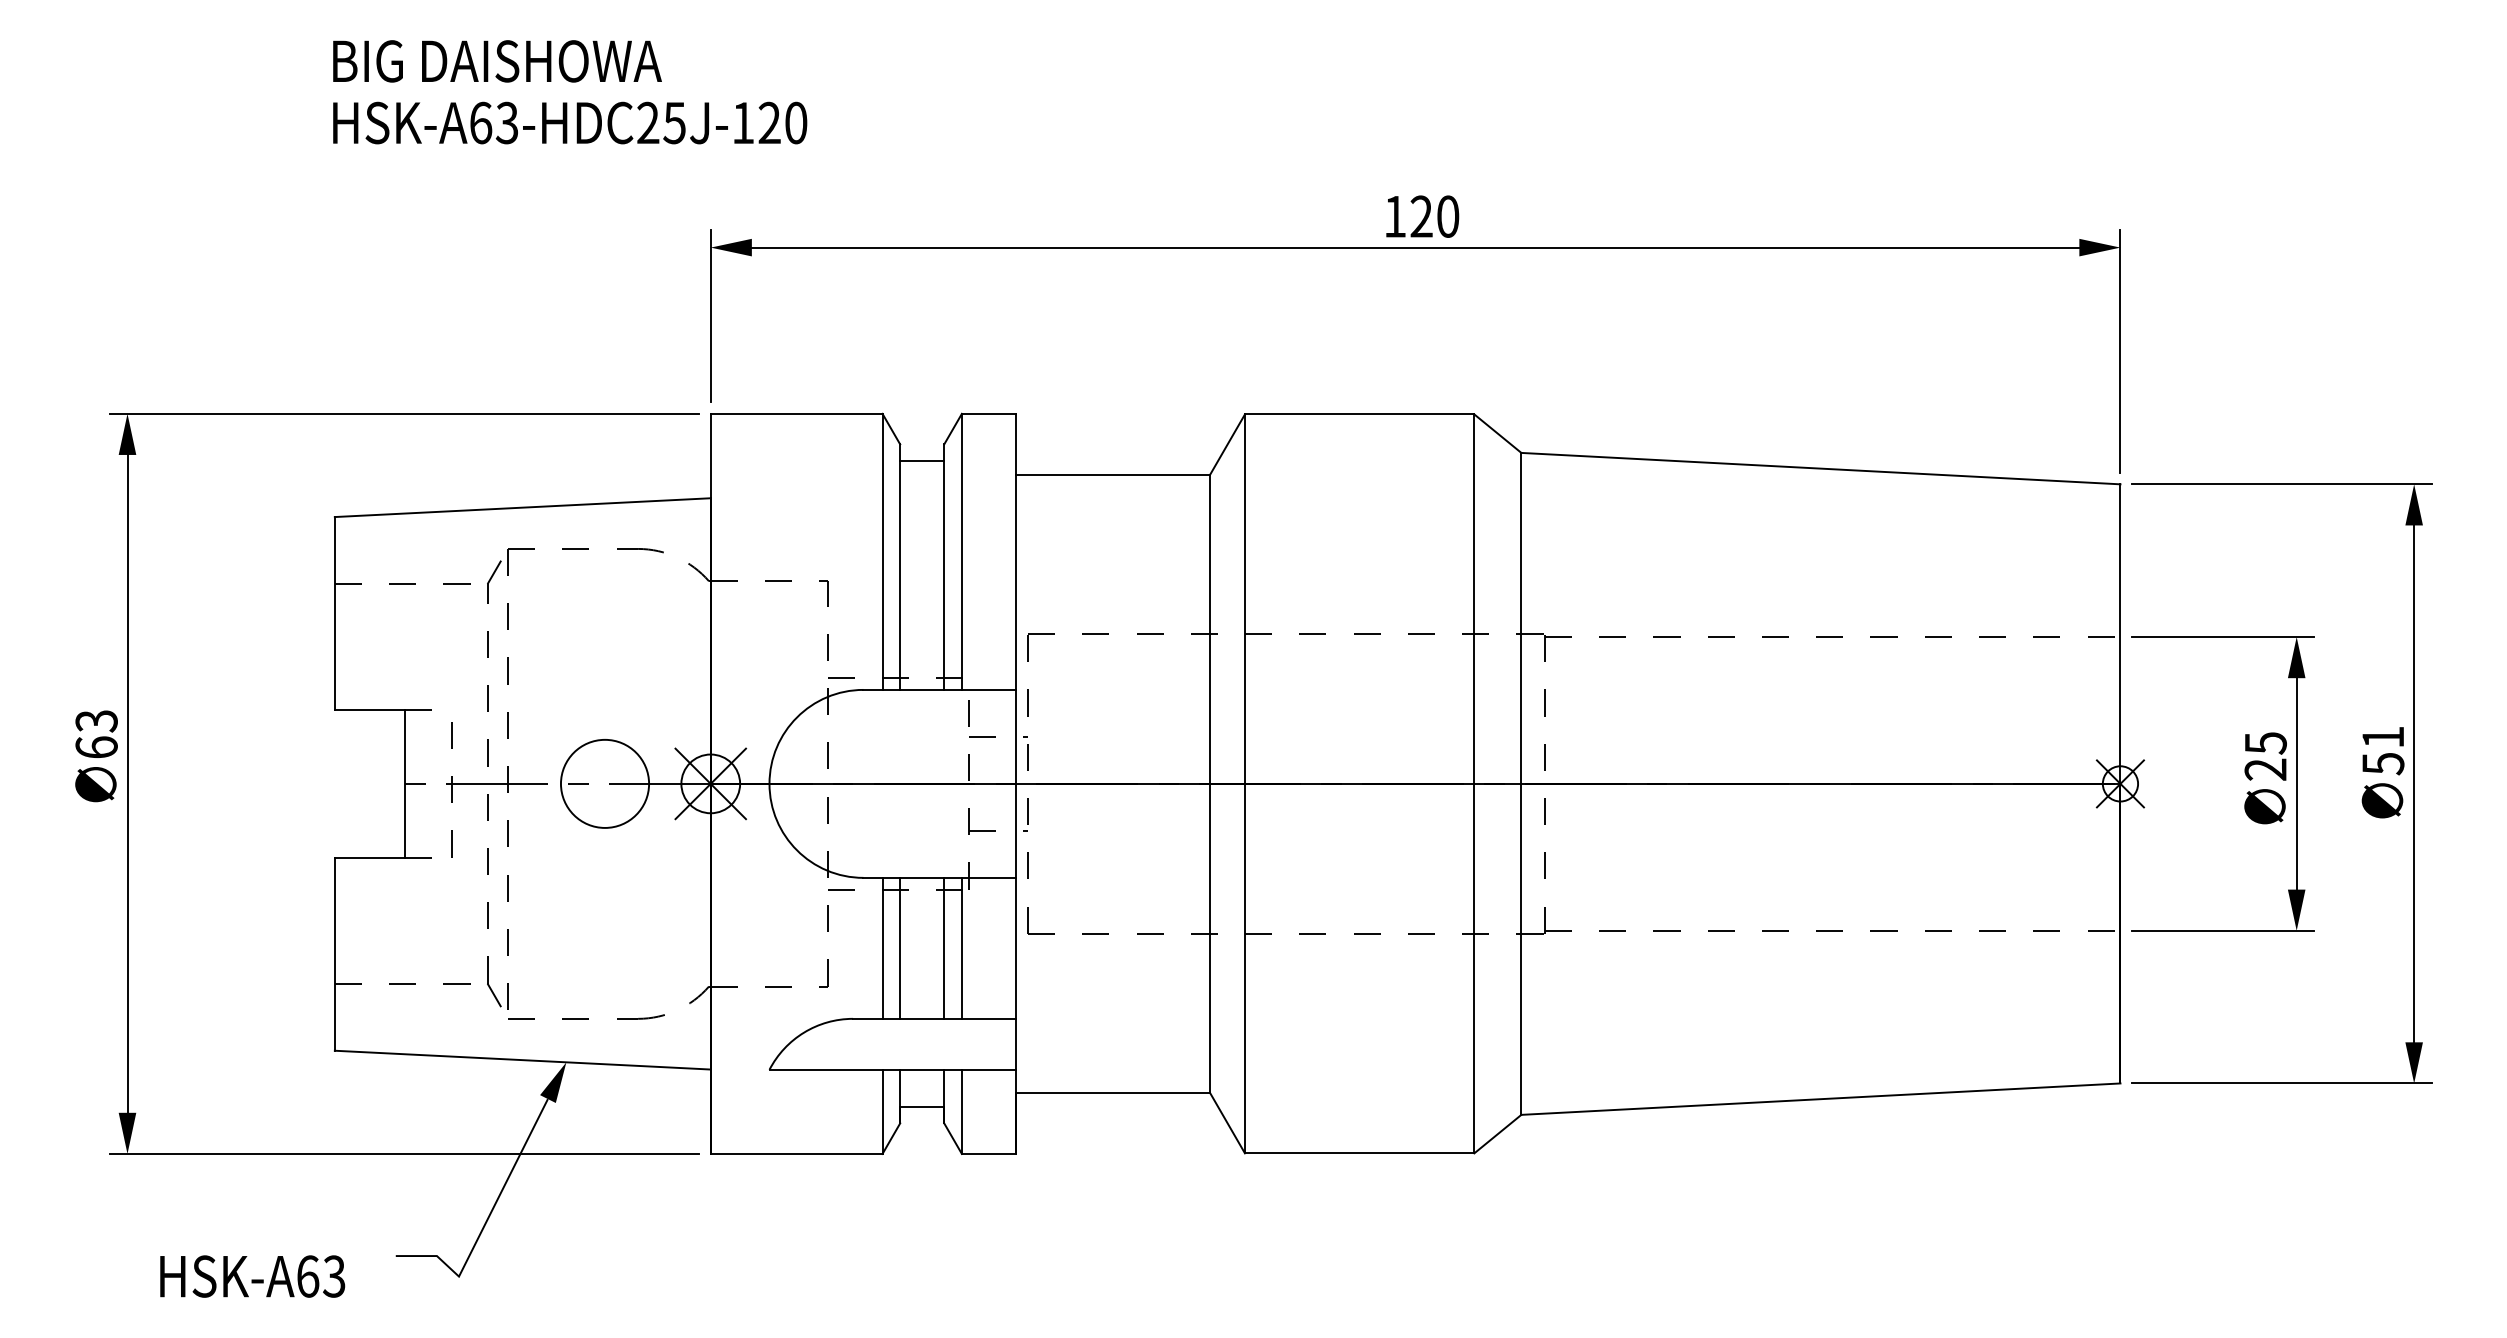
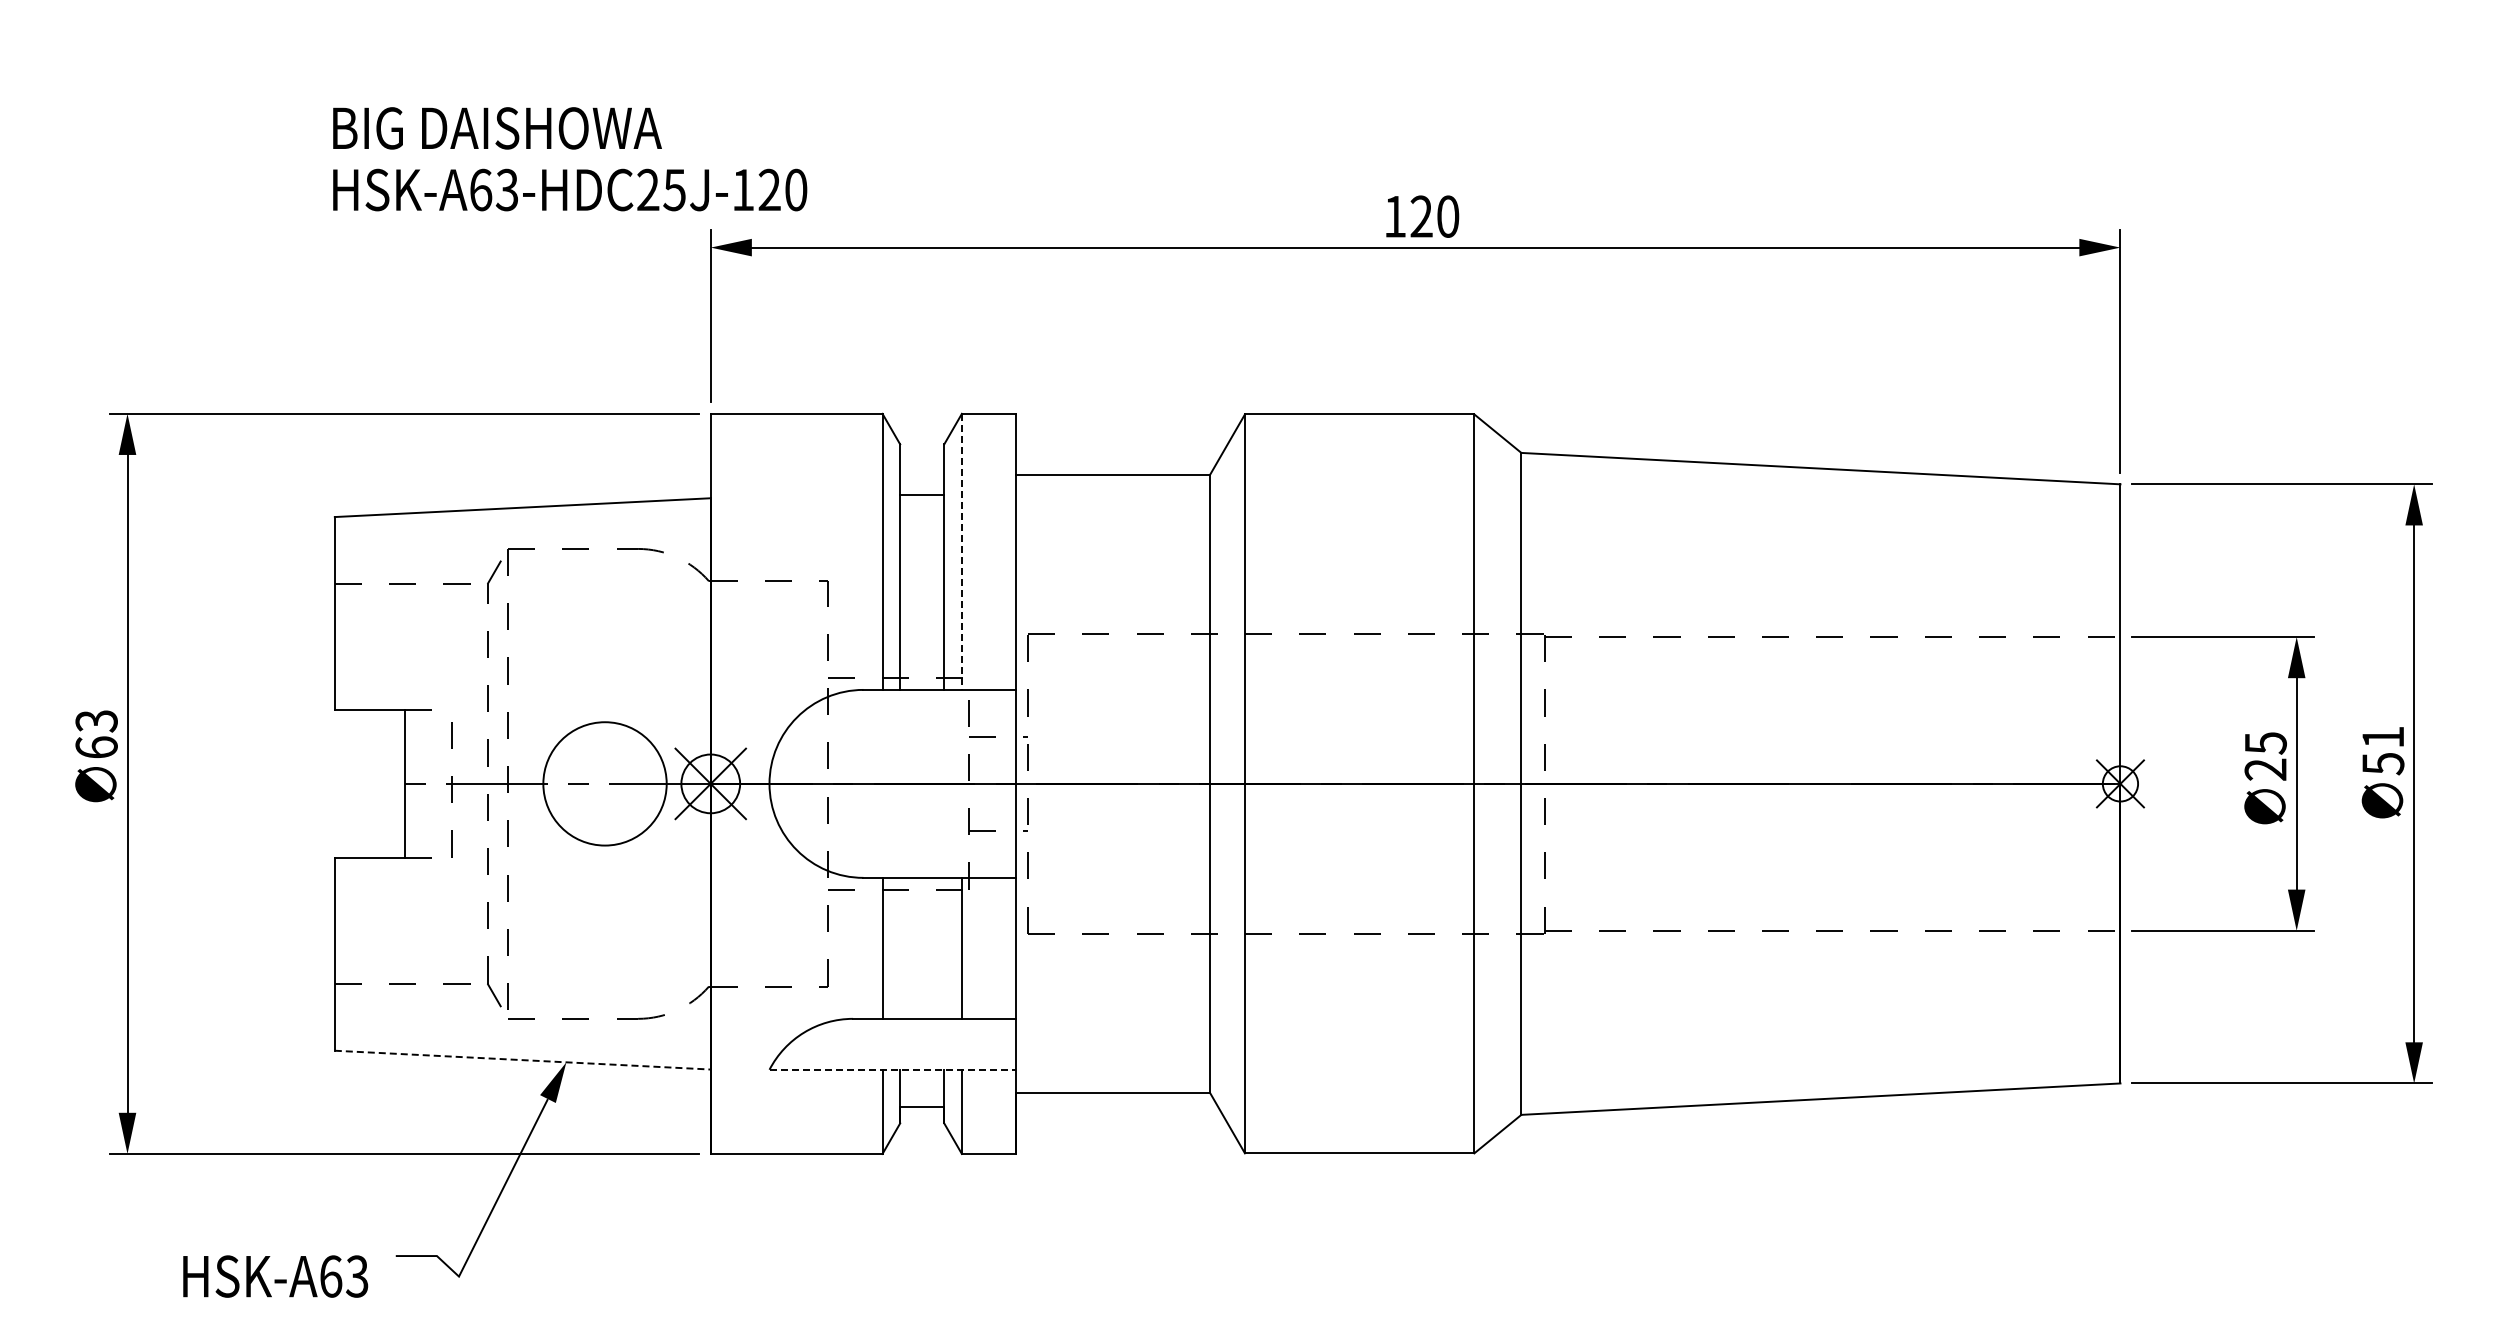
text at (570, 92) position: (570, 92) -> (570, 159)
line at (922, 460) position: (922, 460) -> (922, 494)
line at (961, 552): solid -> dashed
circle at (604, 783) diameter: 88 px -> 123 px
line at (900, 947): present -> none
line at (944, 947): present -> none
line at (523, 1060): solid -> dashed
line at (893, 1069): solid -> dashed
text at (252, 1276) position: (252, 1276) -> (275, 1276)
